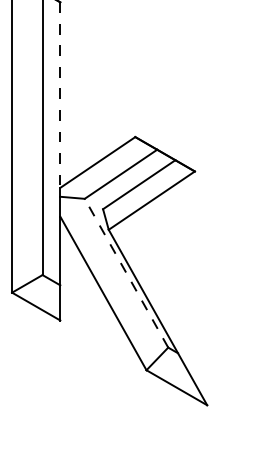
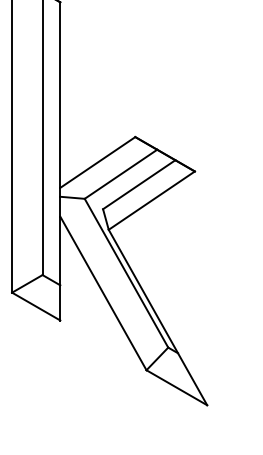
line at (60, 95): dashed -> solid
line at (126, 272): dashed -> solid
